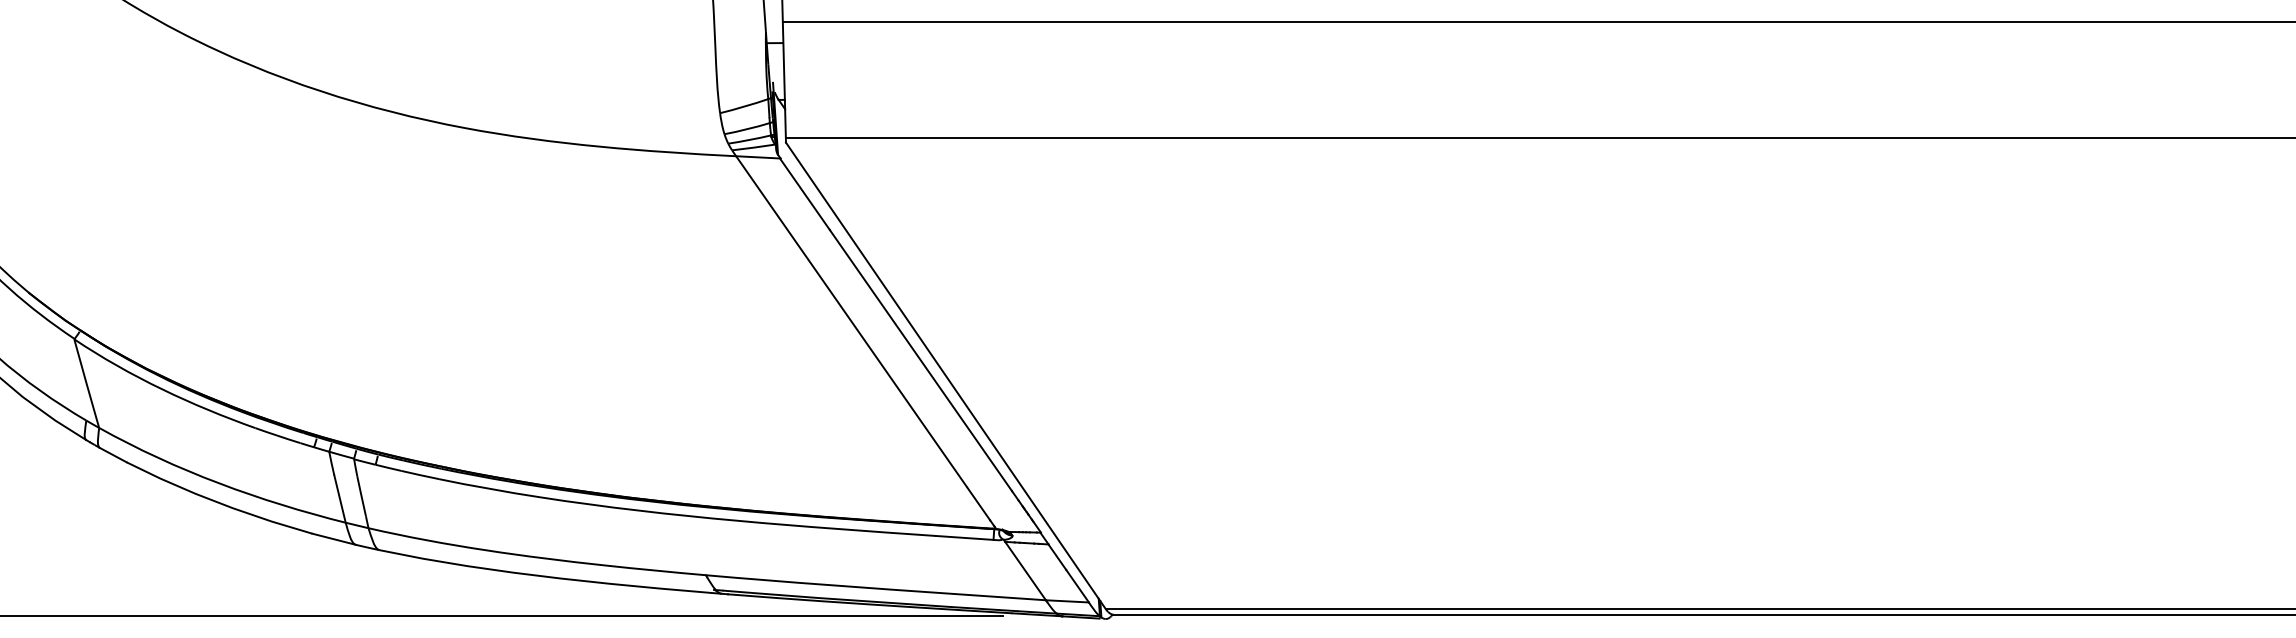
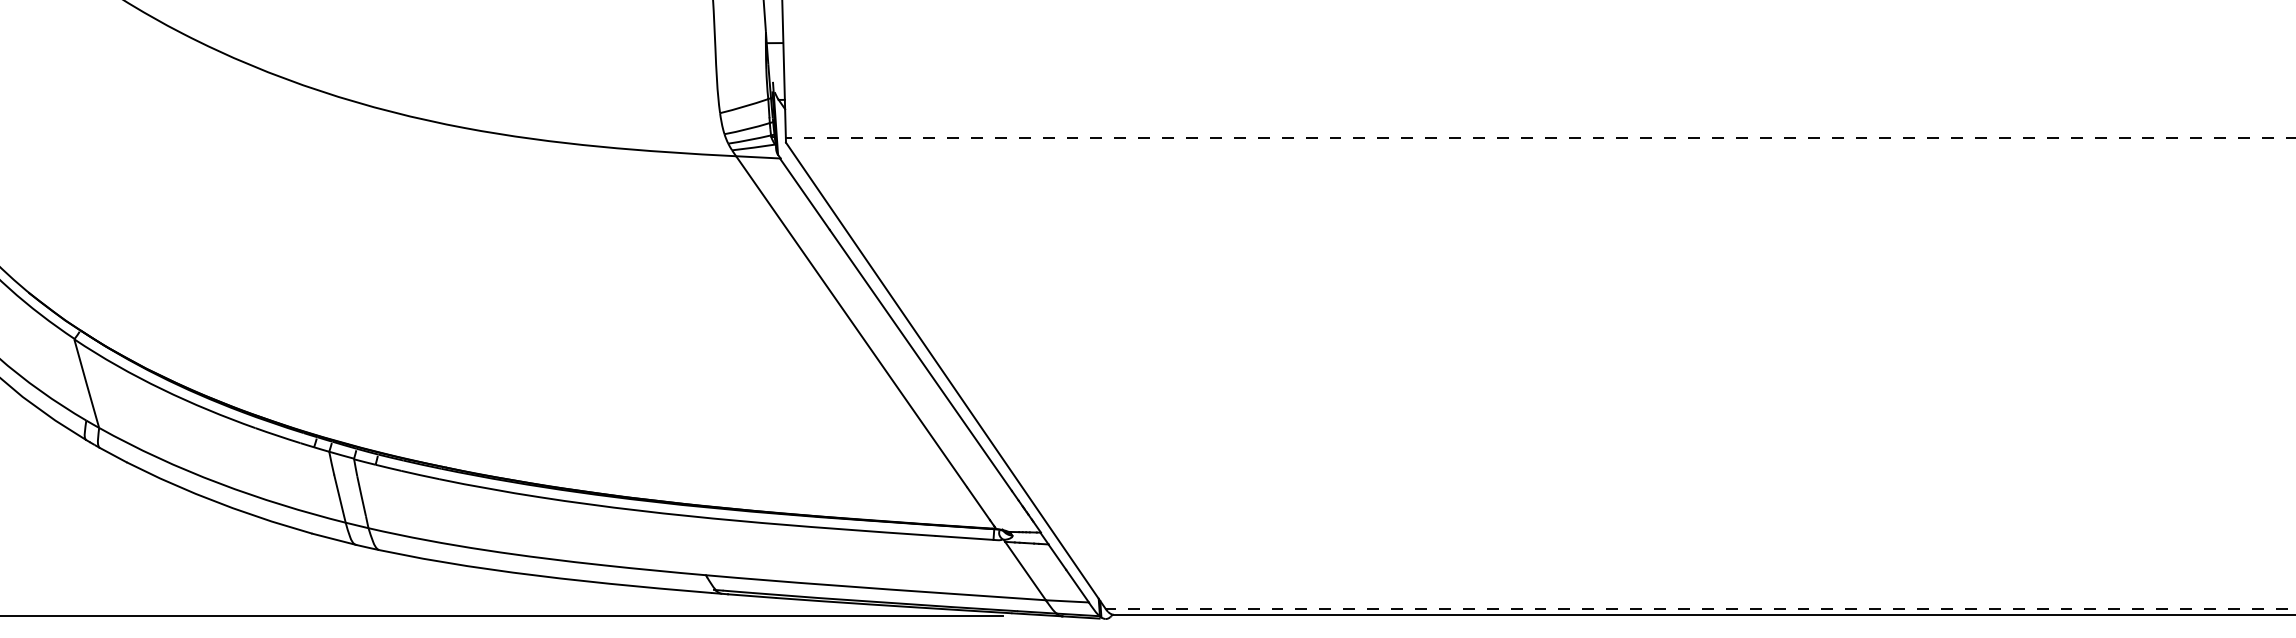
line at (1537, 22): present -> none
line at (1540, 138): solid -> dashed
line at (1700, 608): solid -> dashed
